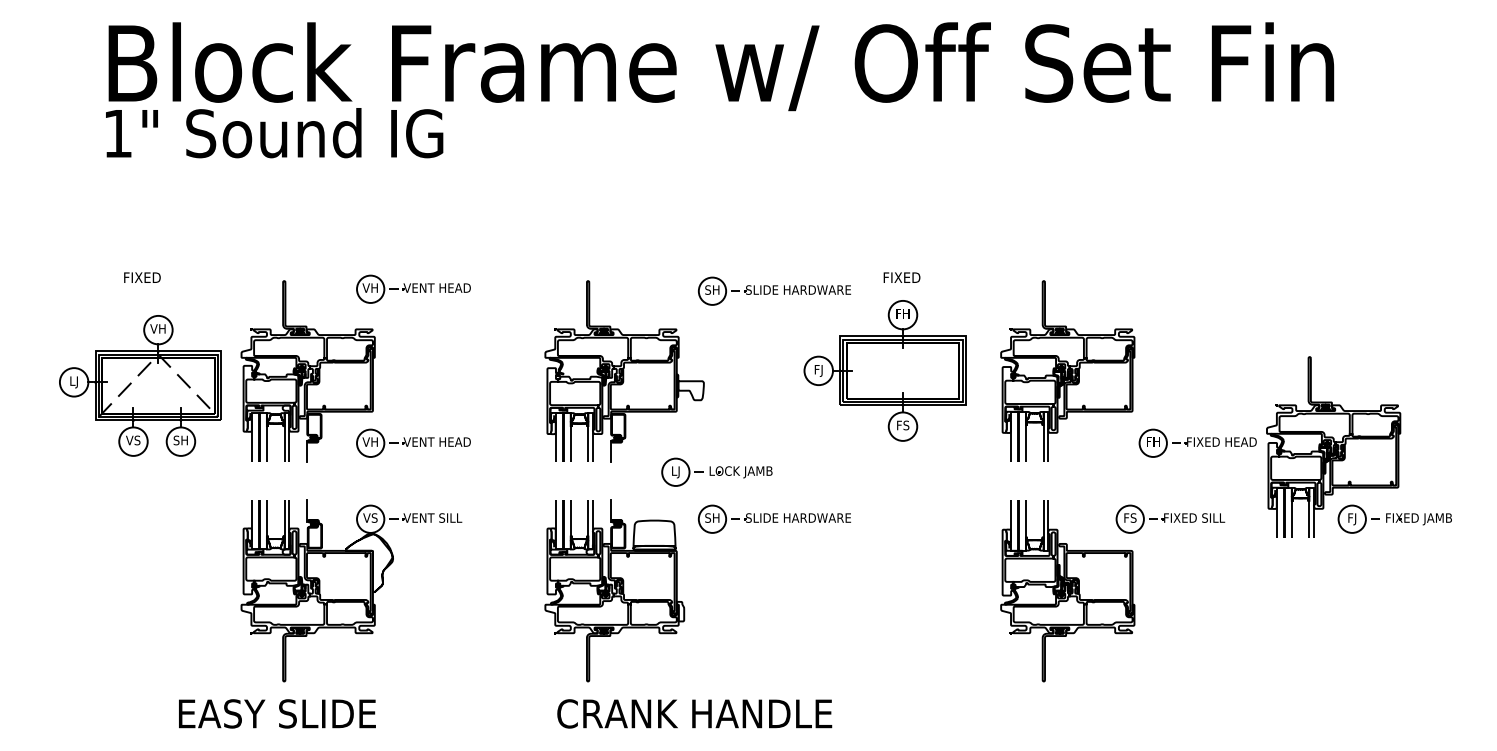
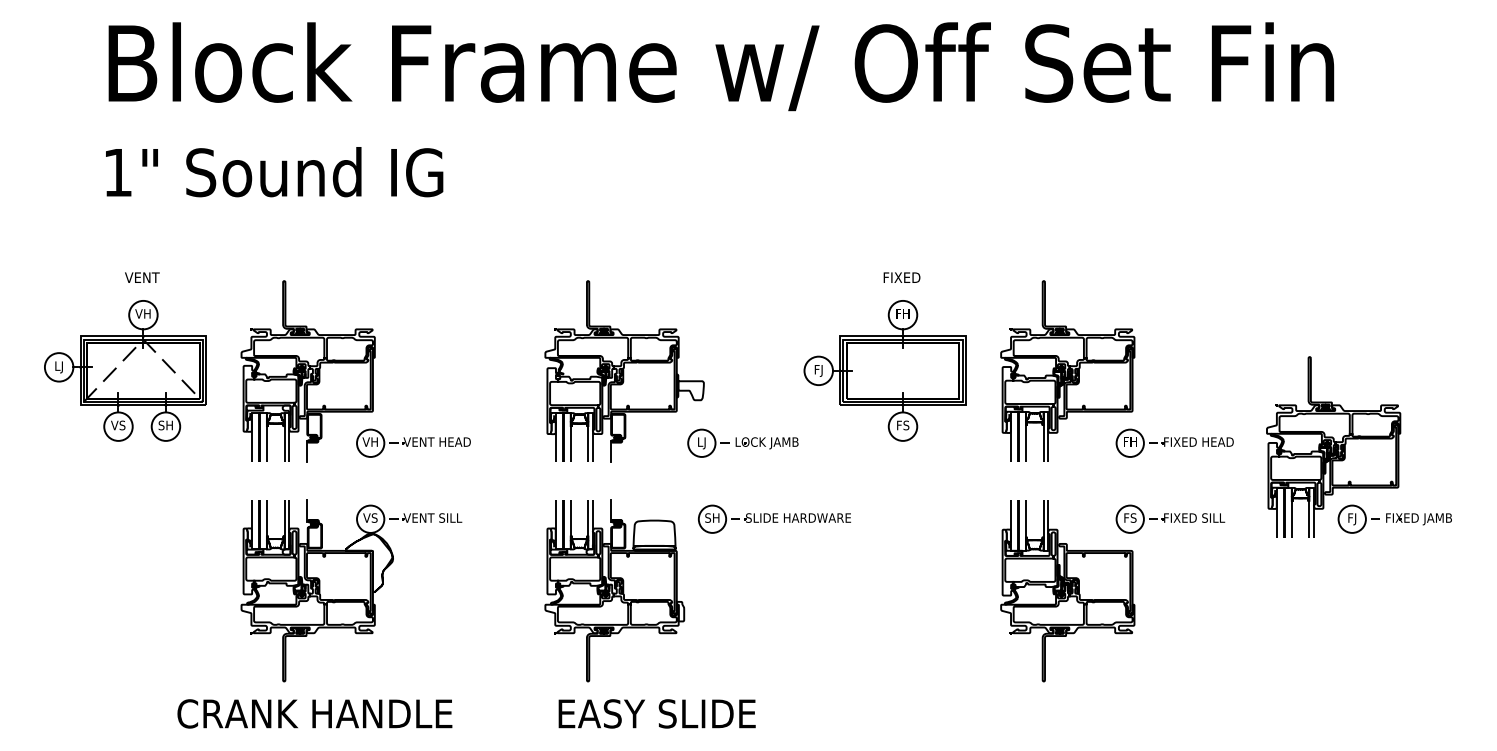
text at (274, 133) position: (274, 133) -> (274, 172)
text at (142, 277): FIXED -> VENT
part at (413, 288): present -> none
part at (773, 290): present -> none
part at (140, 385) position: (140, 385) -> (125, 370)
part at (1197, 442) position: (1197, 442) -> (1174, 442)
part at (716, 471) position: (716, 471) -> (742, 442)
text at (314, 713): EASY SLIDE -> CRANK HANDLE
text at (694, 713): CRANK HANDLE -> EASY SLIDE
